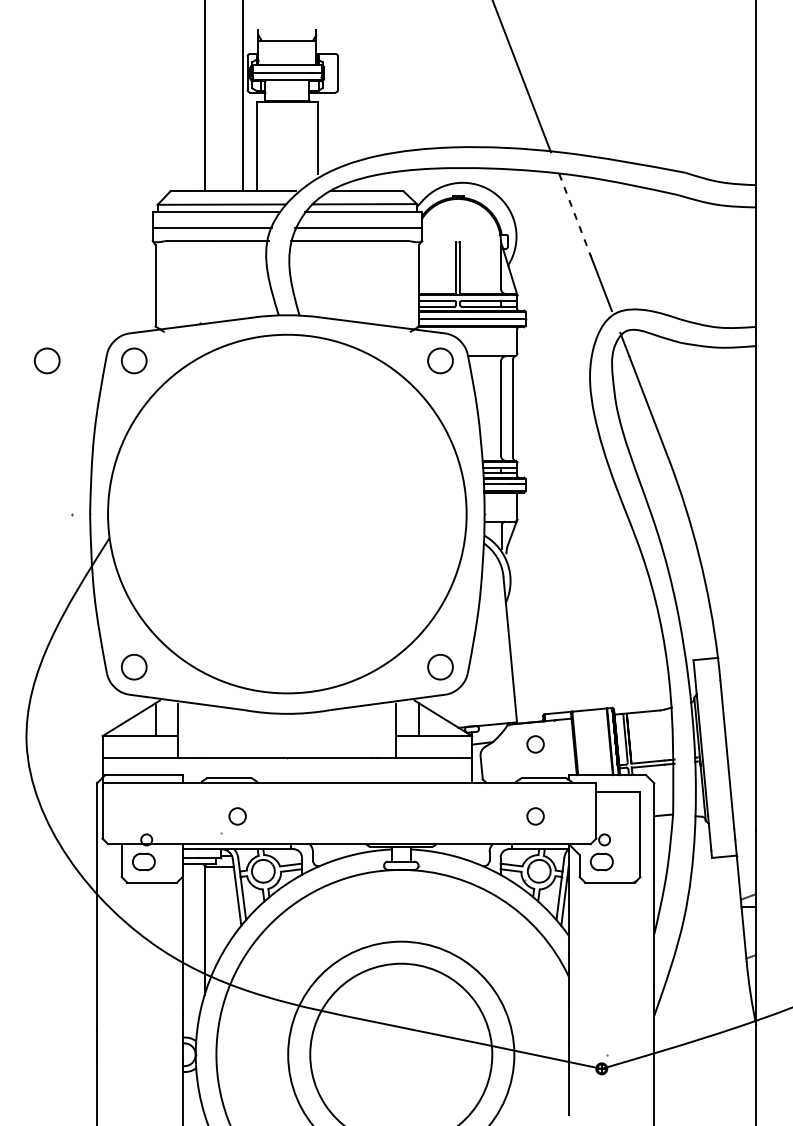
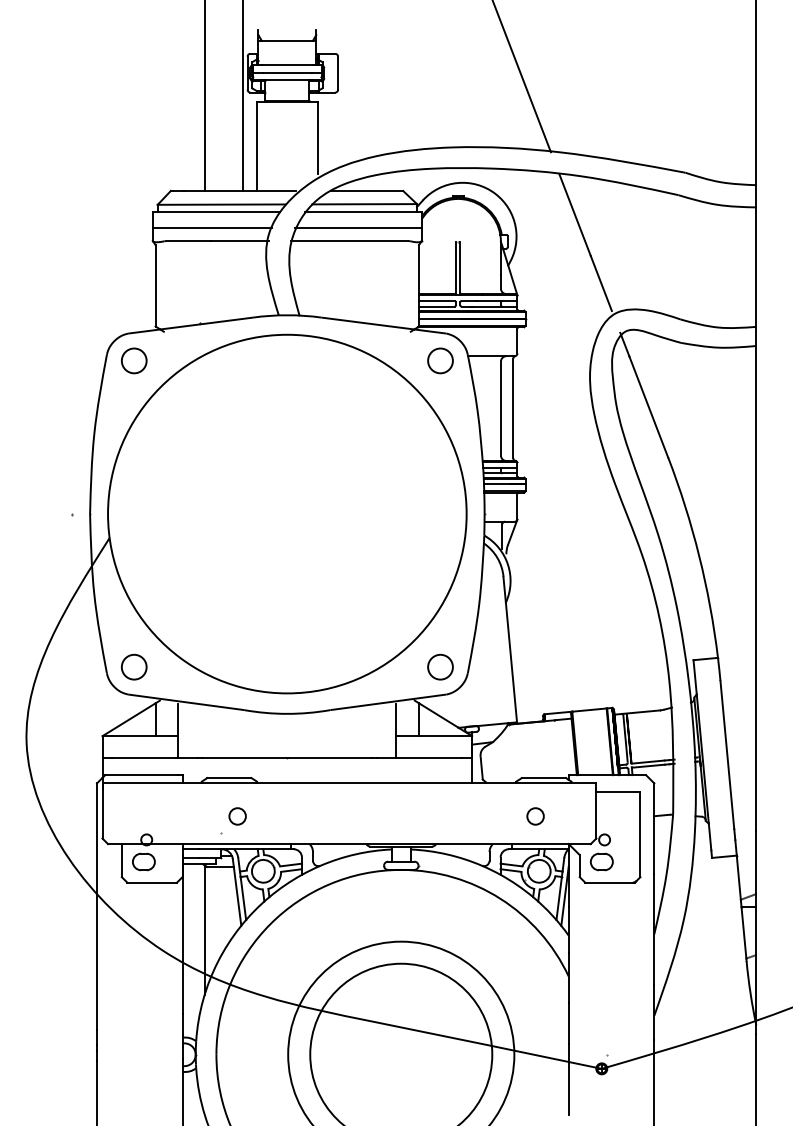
line at (575, 215): dashed -> solid
circle at (47, 360): present -> none
circle at (535, 744): present -> none
